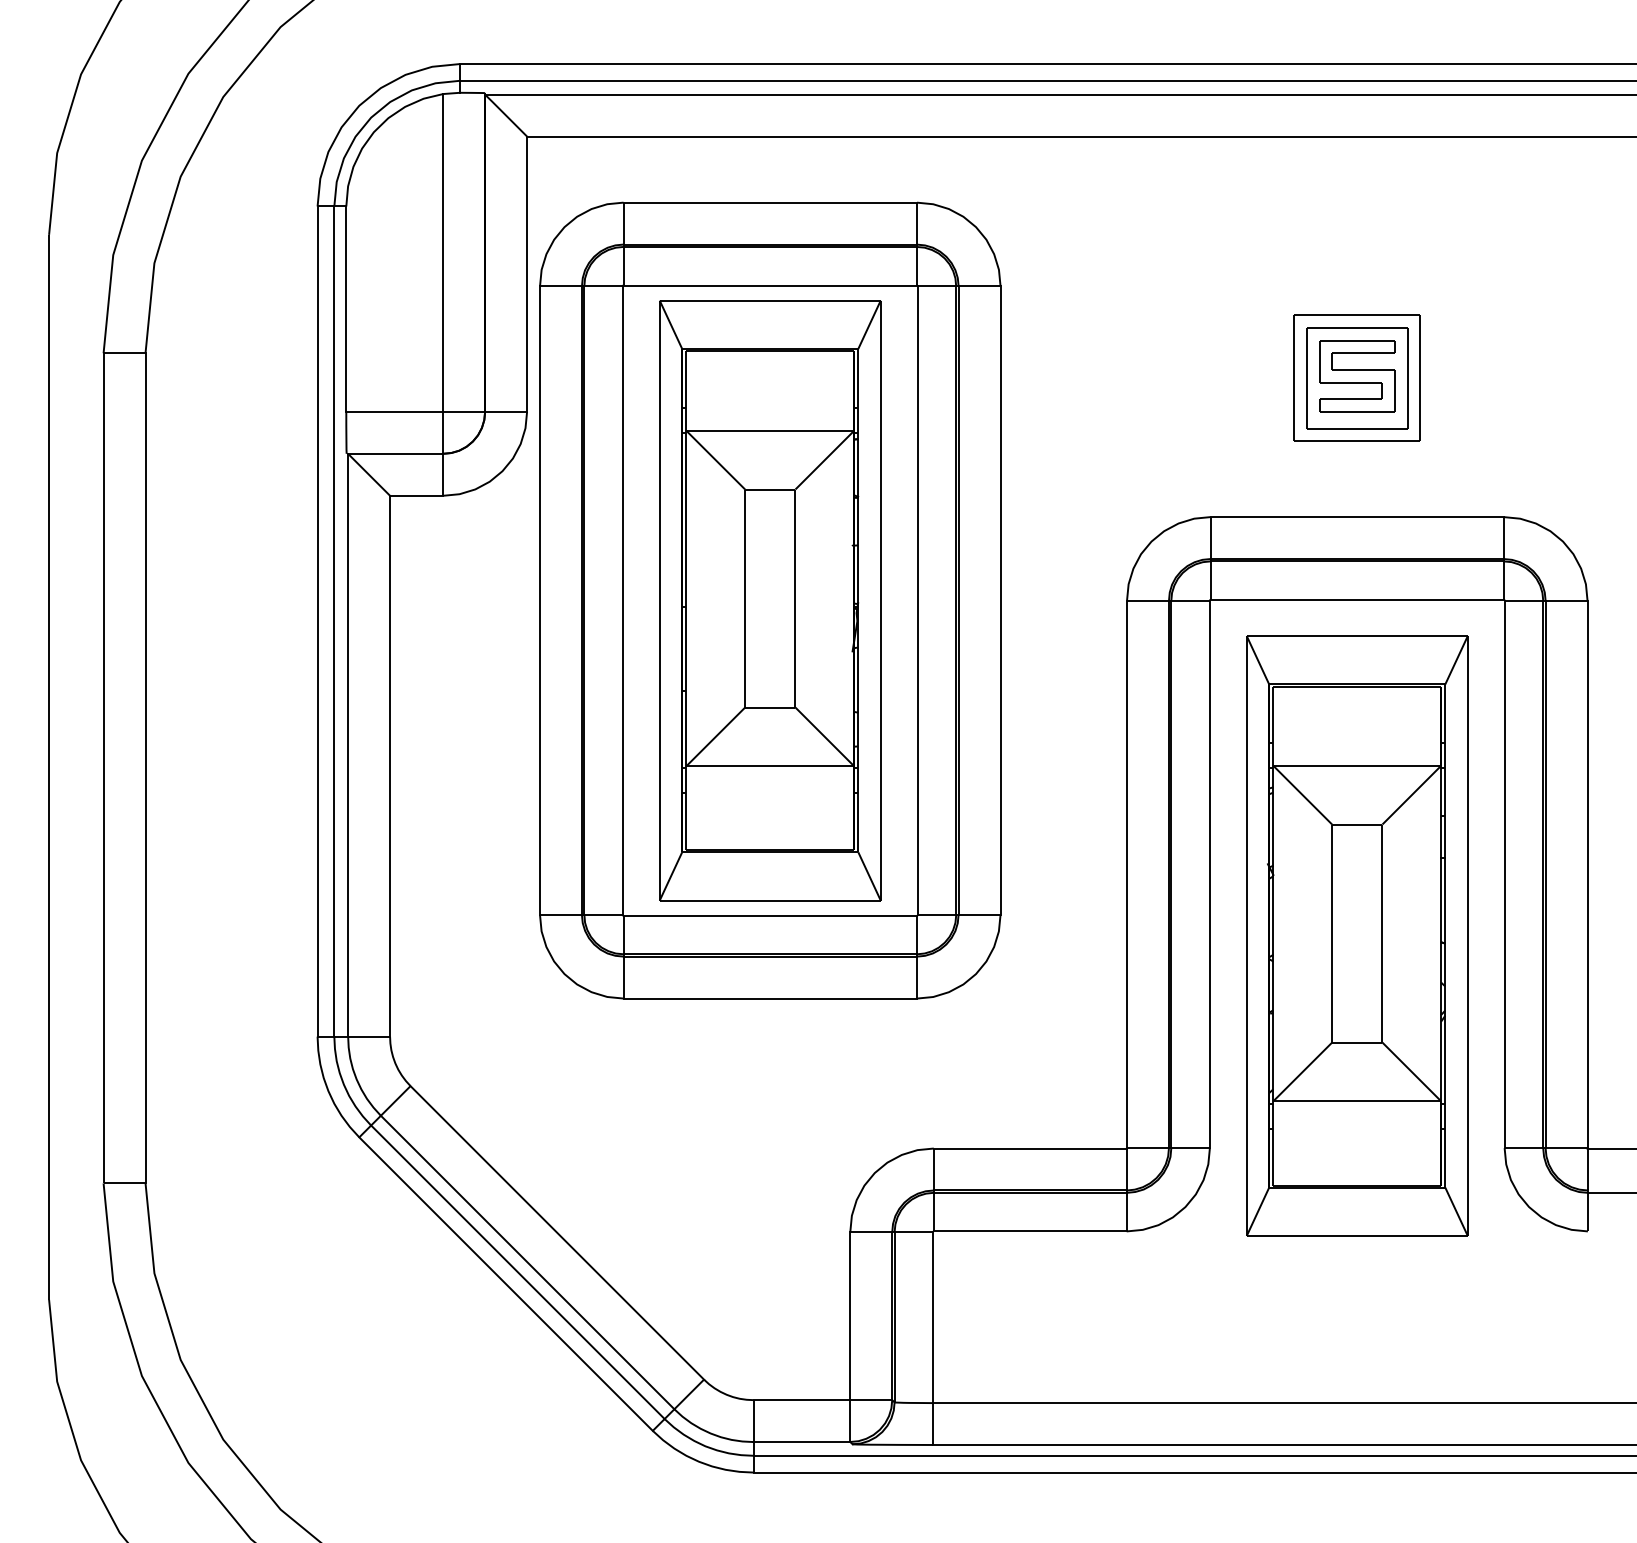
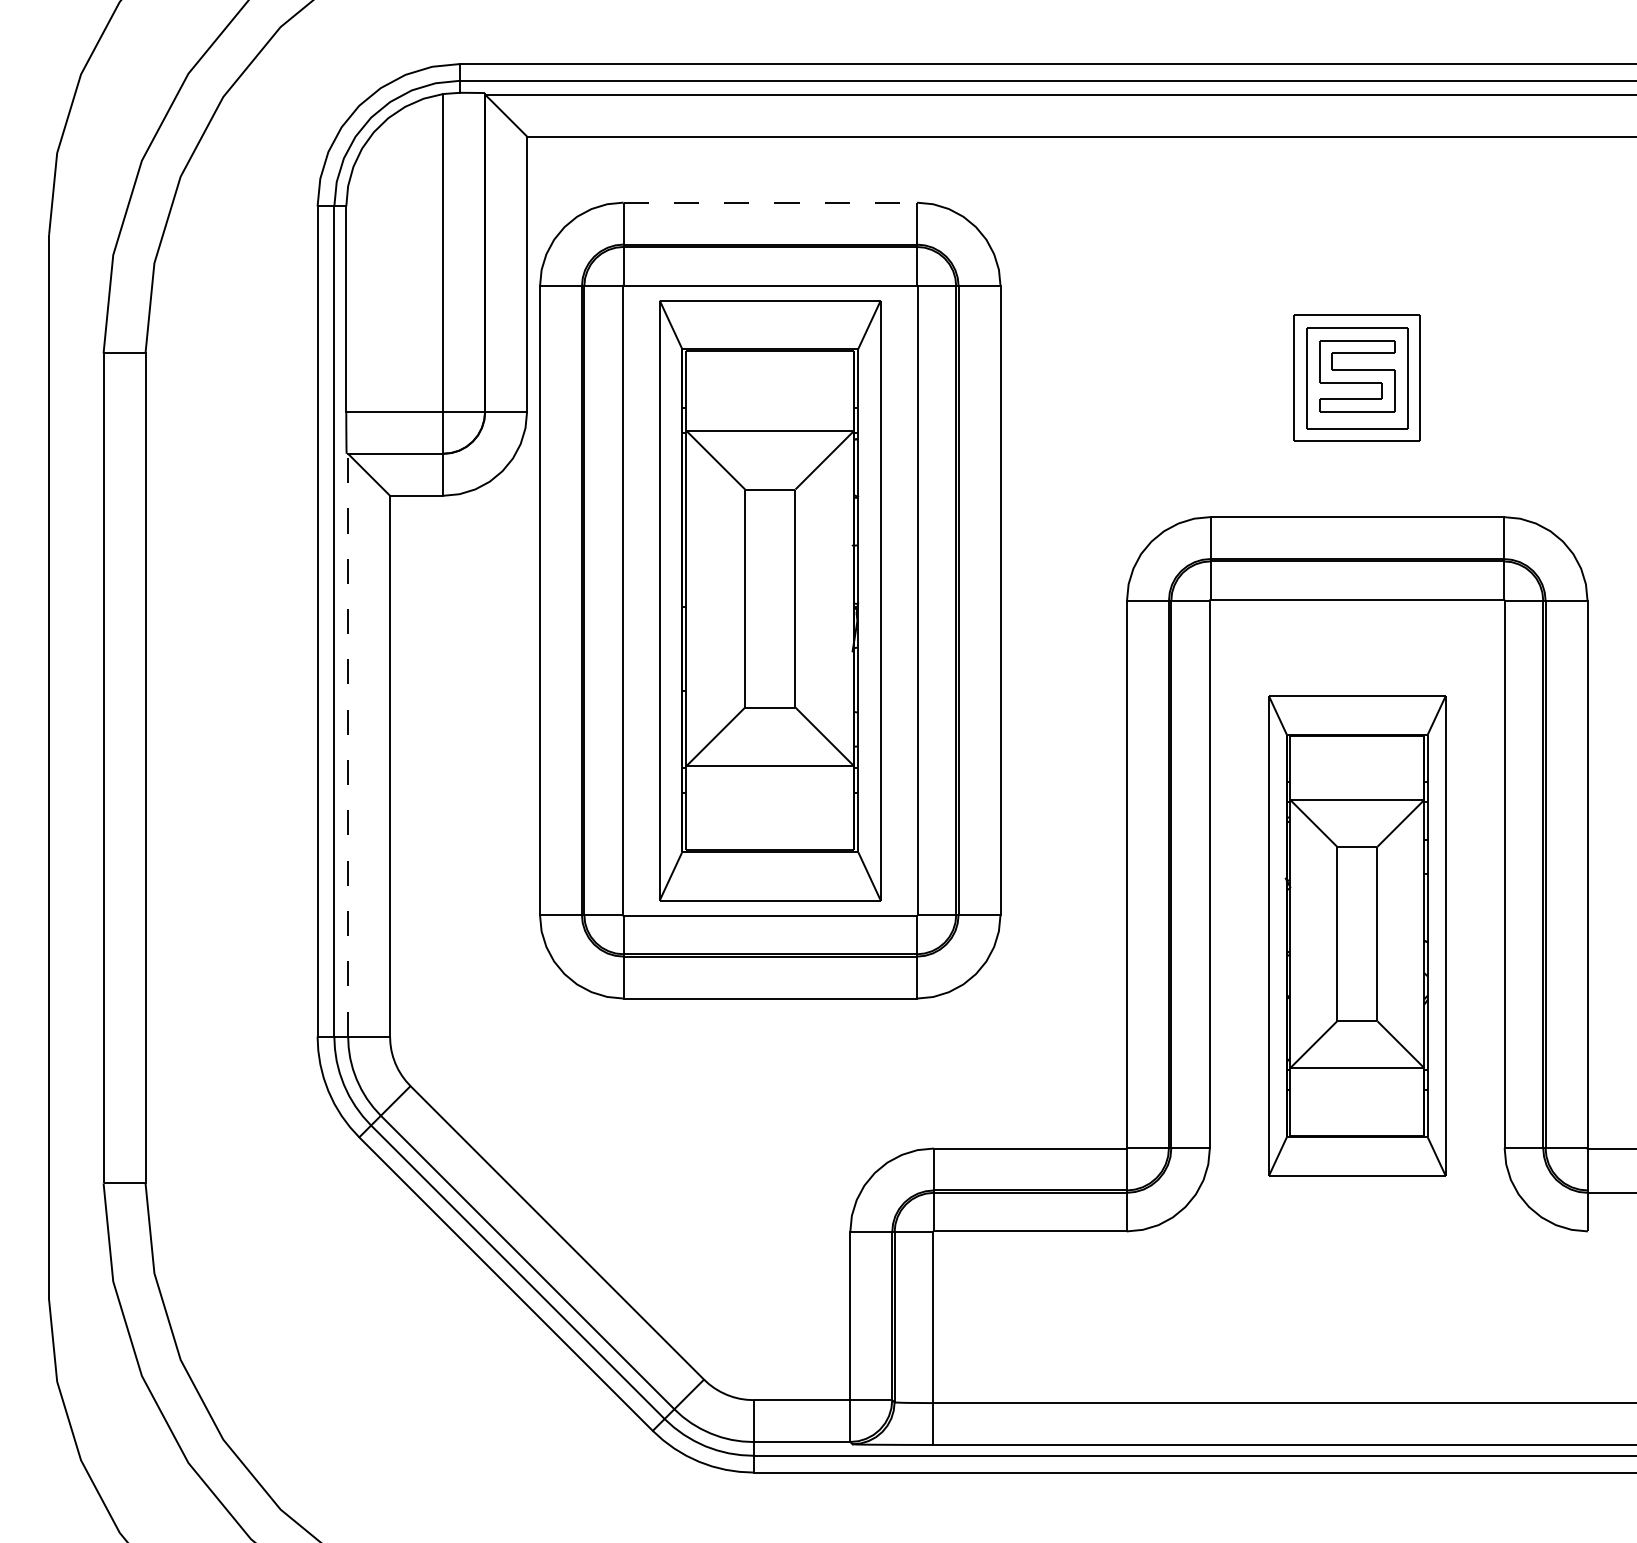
line at (770, 202): solid -> dashed
line at (348, 744): solid -> dashed
part at (1357, 935) size: 223x602 px -> 179x482 px
